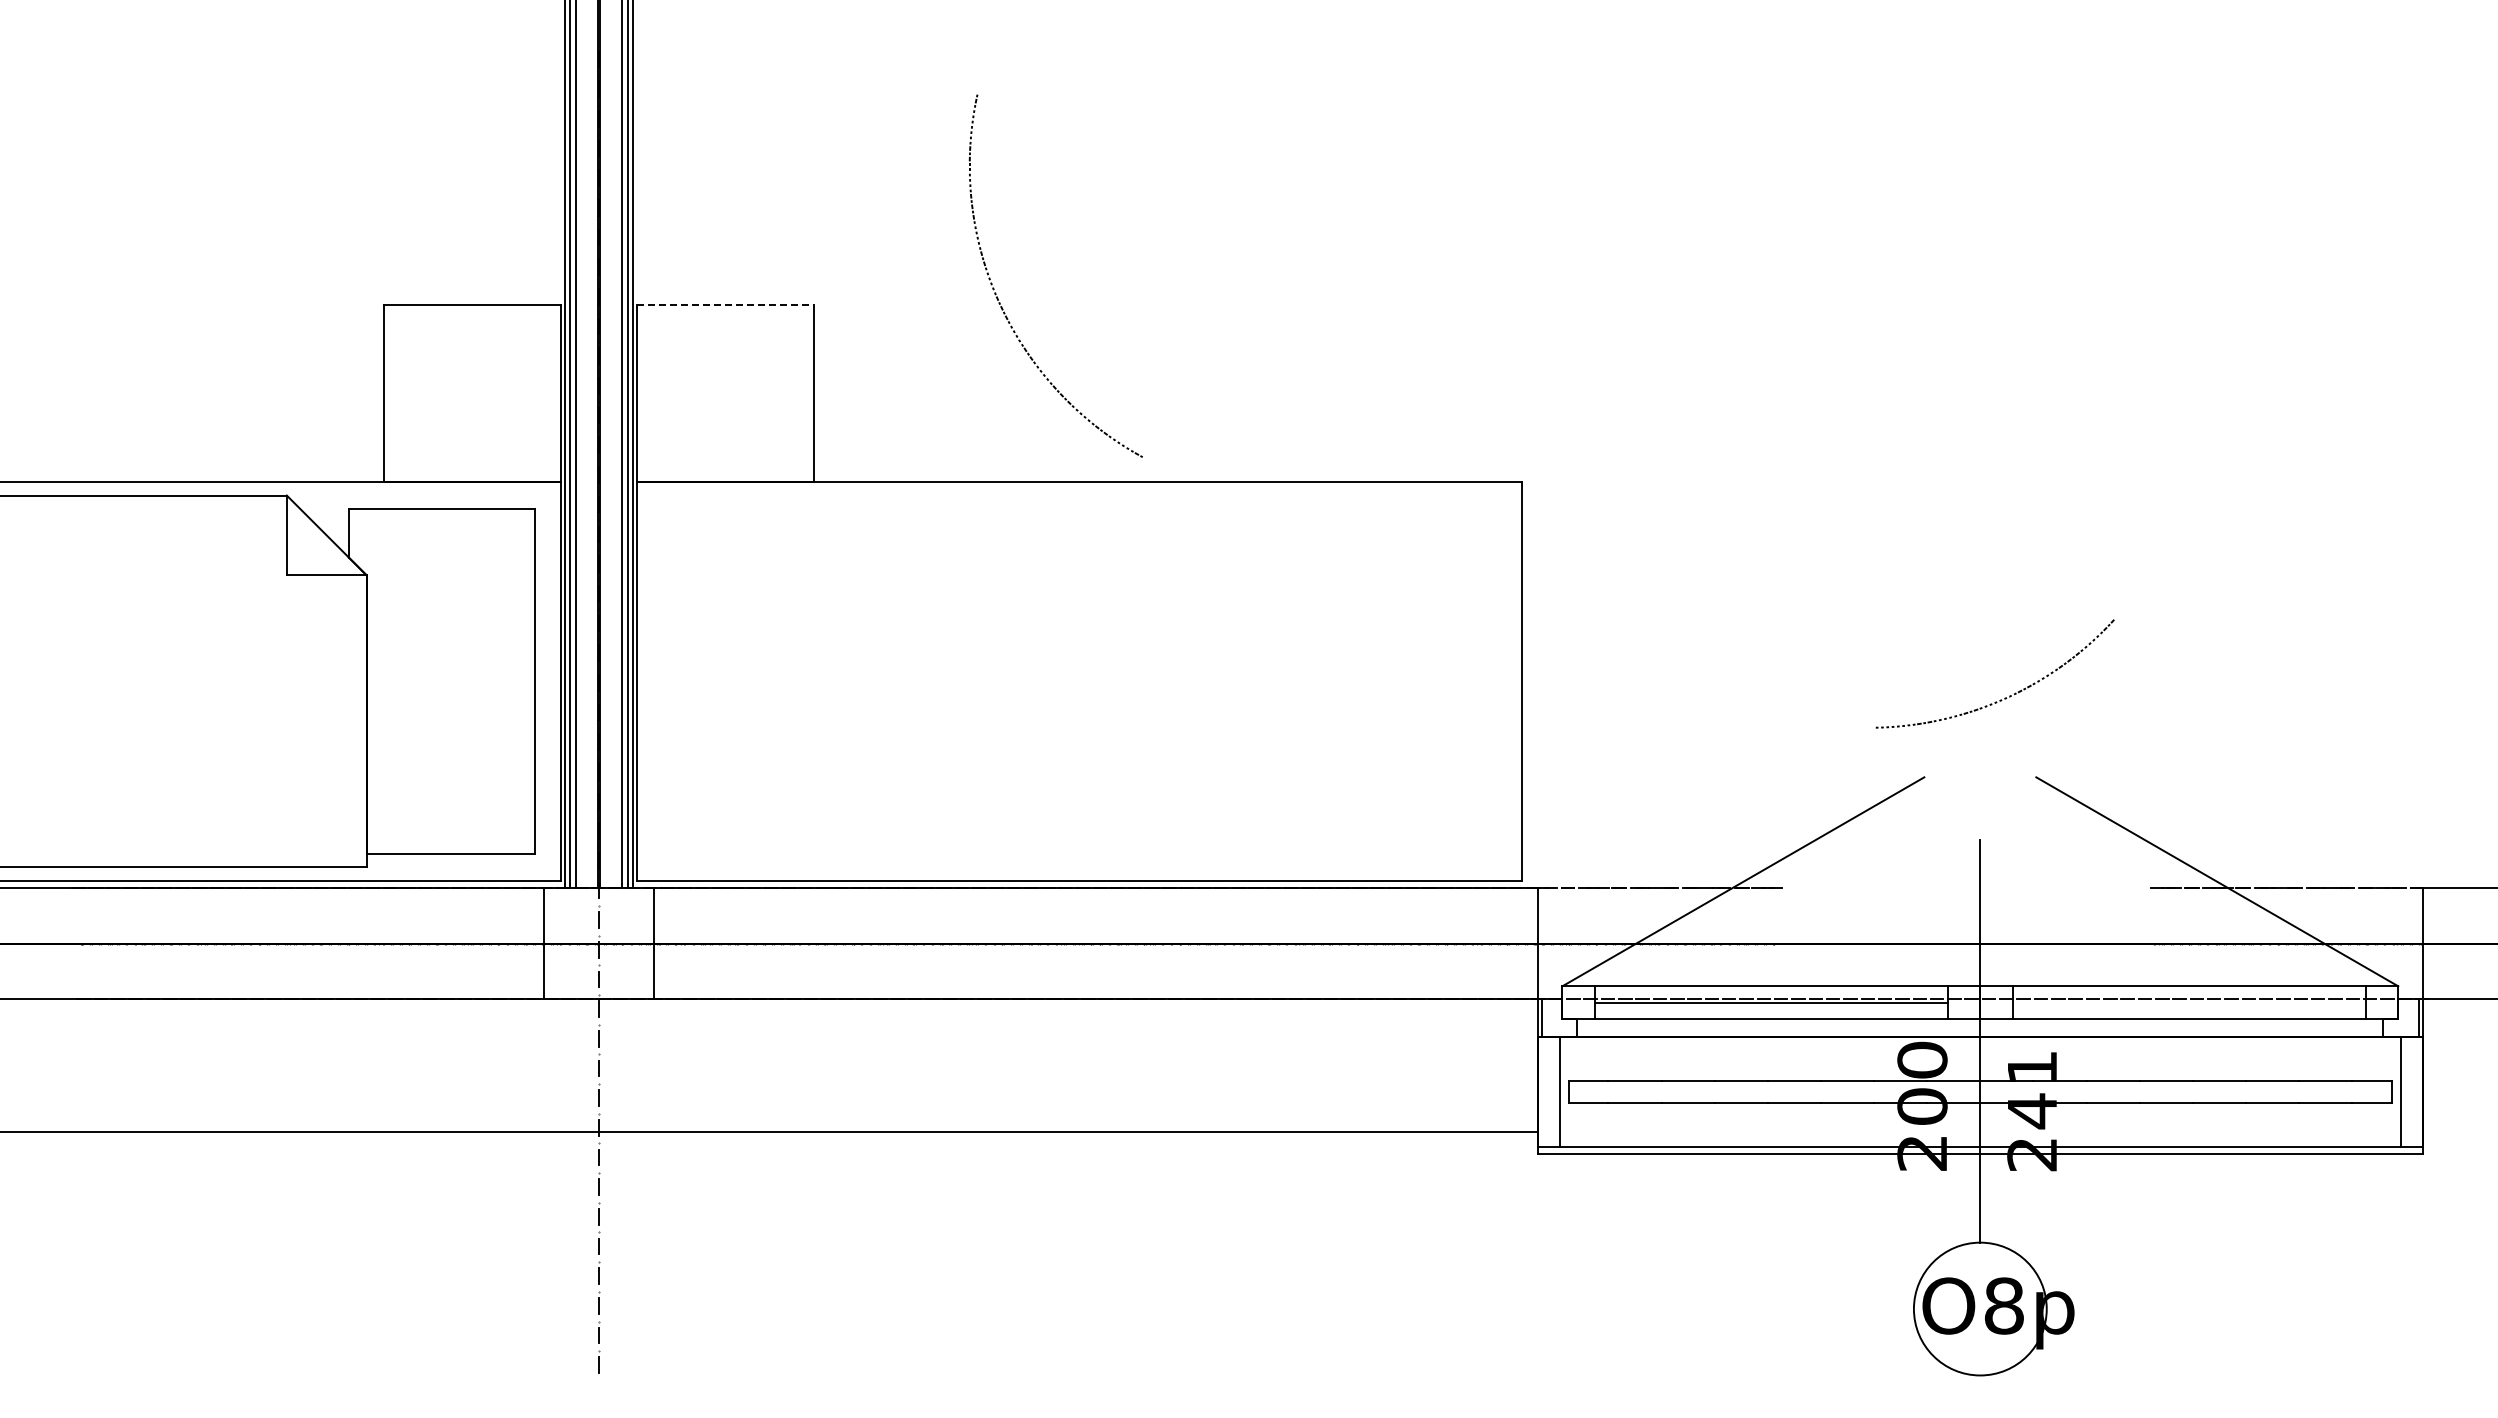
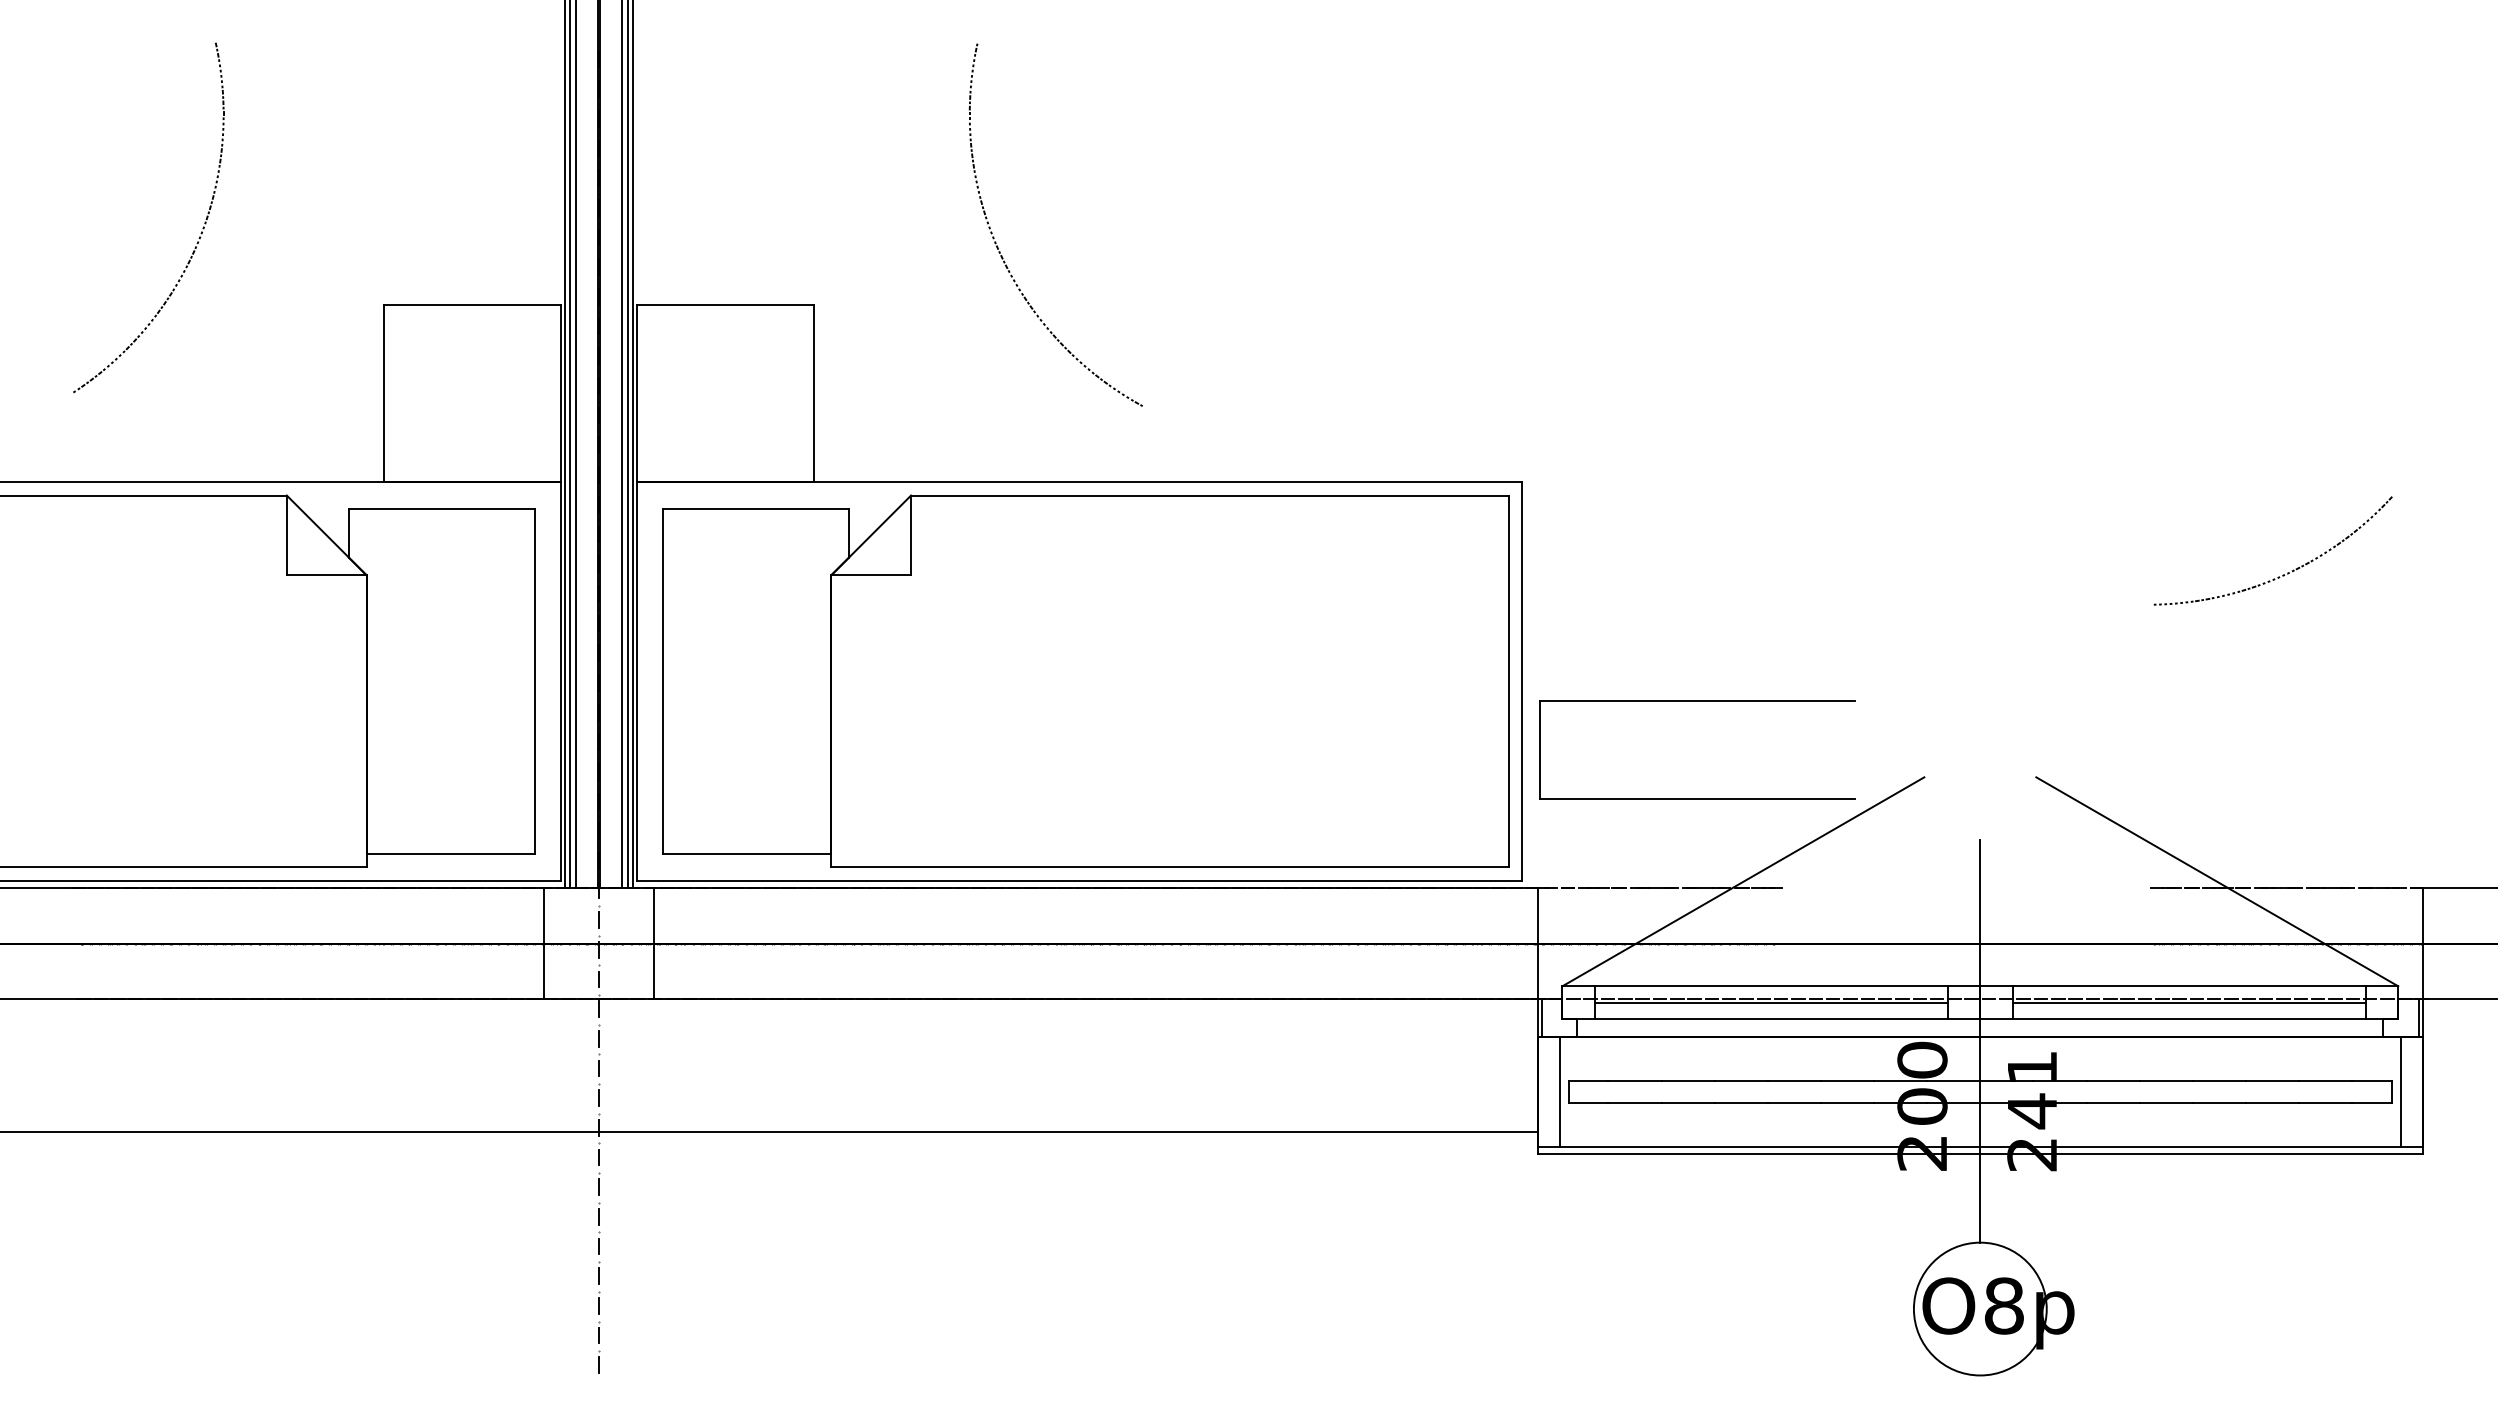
part at (198, 238): none -> present
part at (1000, 302) position: (1000, 302) -> (1000, 251)
line at (725, 305): dashed -> solid
part at (1085, 680): none -> present
part at (2005, 697) position: (2005, 697) -> (2283, 574)
part at (1697, 701): none -> present
line at (2189, 1002): none -> present
